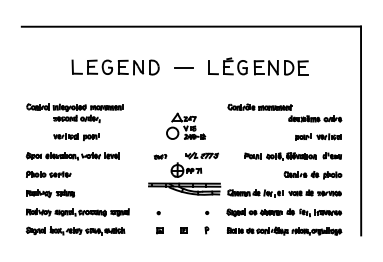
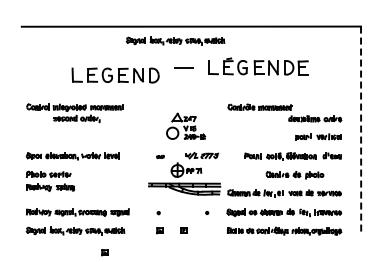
part at (175, 40): none -> present
part at (115, 67) position: (115, 67) -> (115, 75)
line at (361, 131): solid -> dashed
part at (76, 137): present -> none
part at (160, 156) size: 15x6 px -> 9x5 px
part at (312, 175) position: (312, 175) -> (294, 175)
part at (50, 193) position: (50, 193) -> (50, 187)
part at (206, 230): present -> none
part at (104, 252): none -> present
